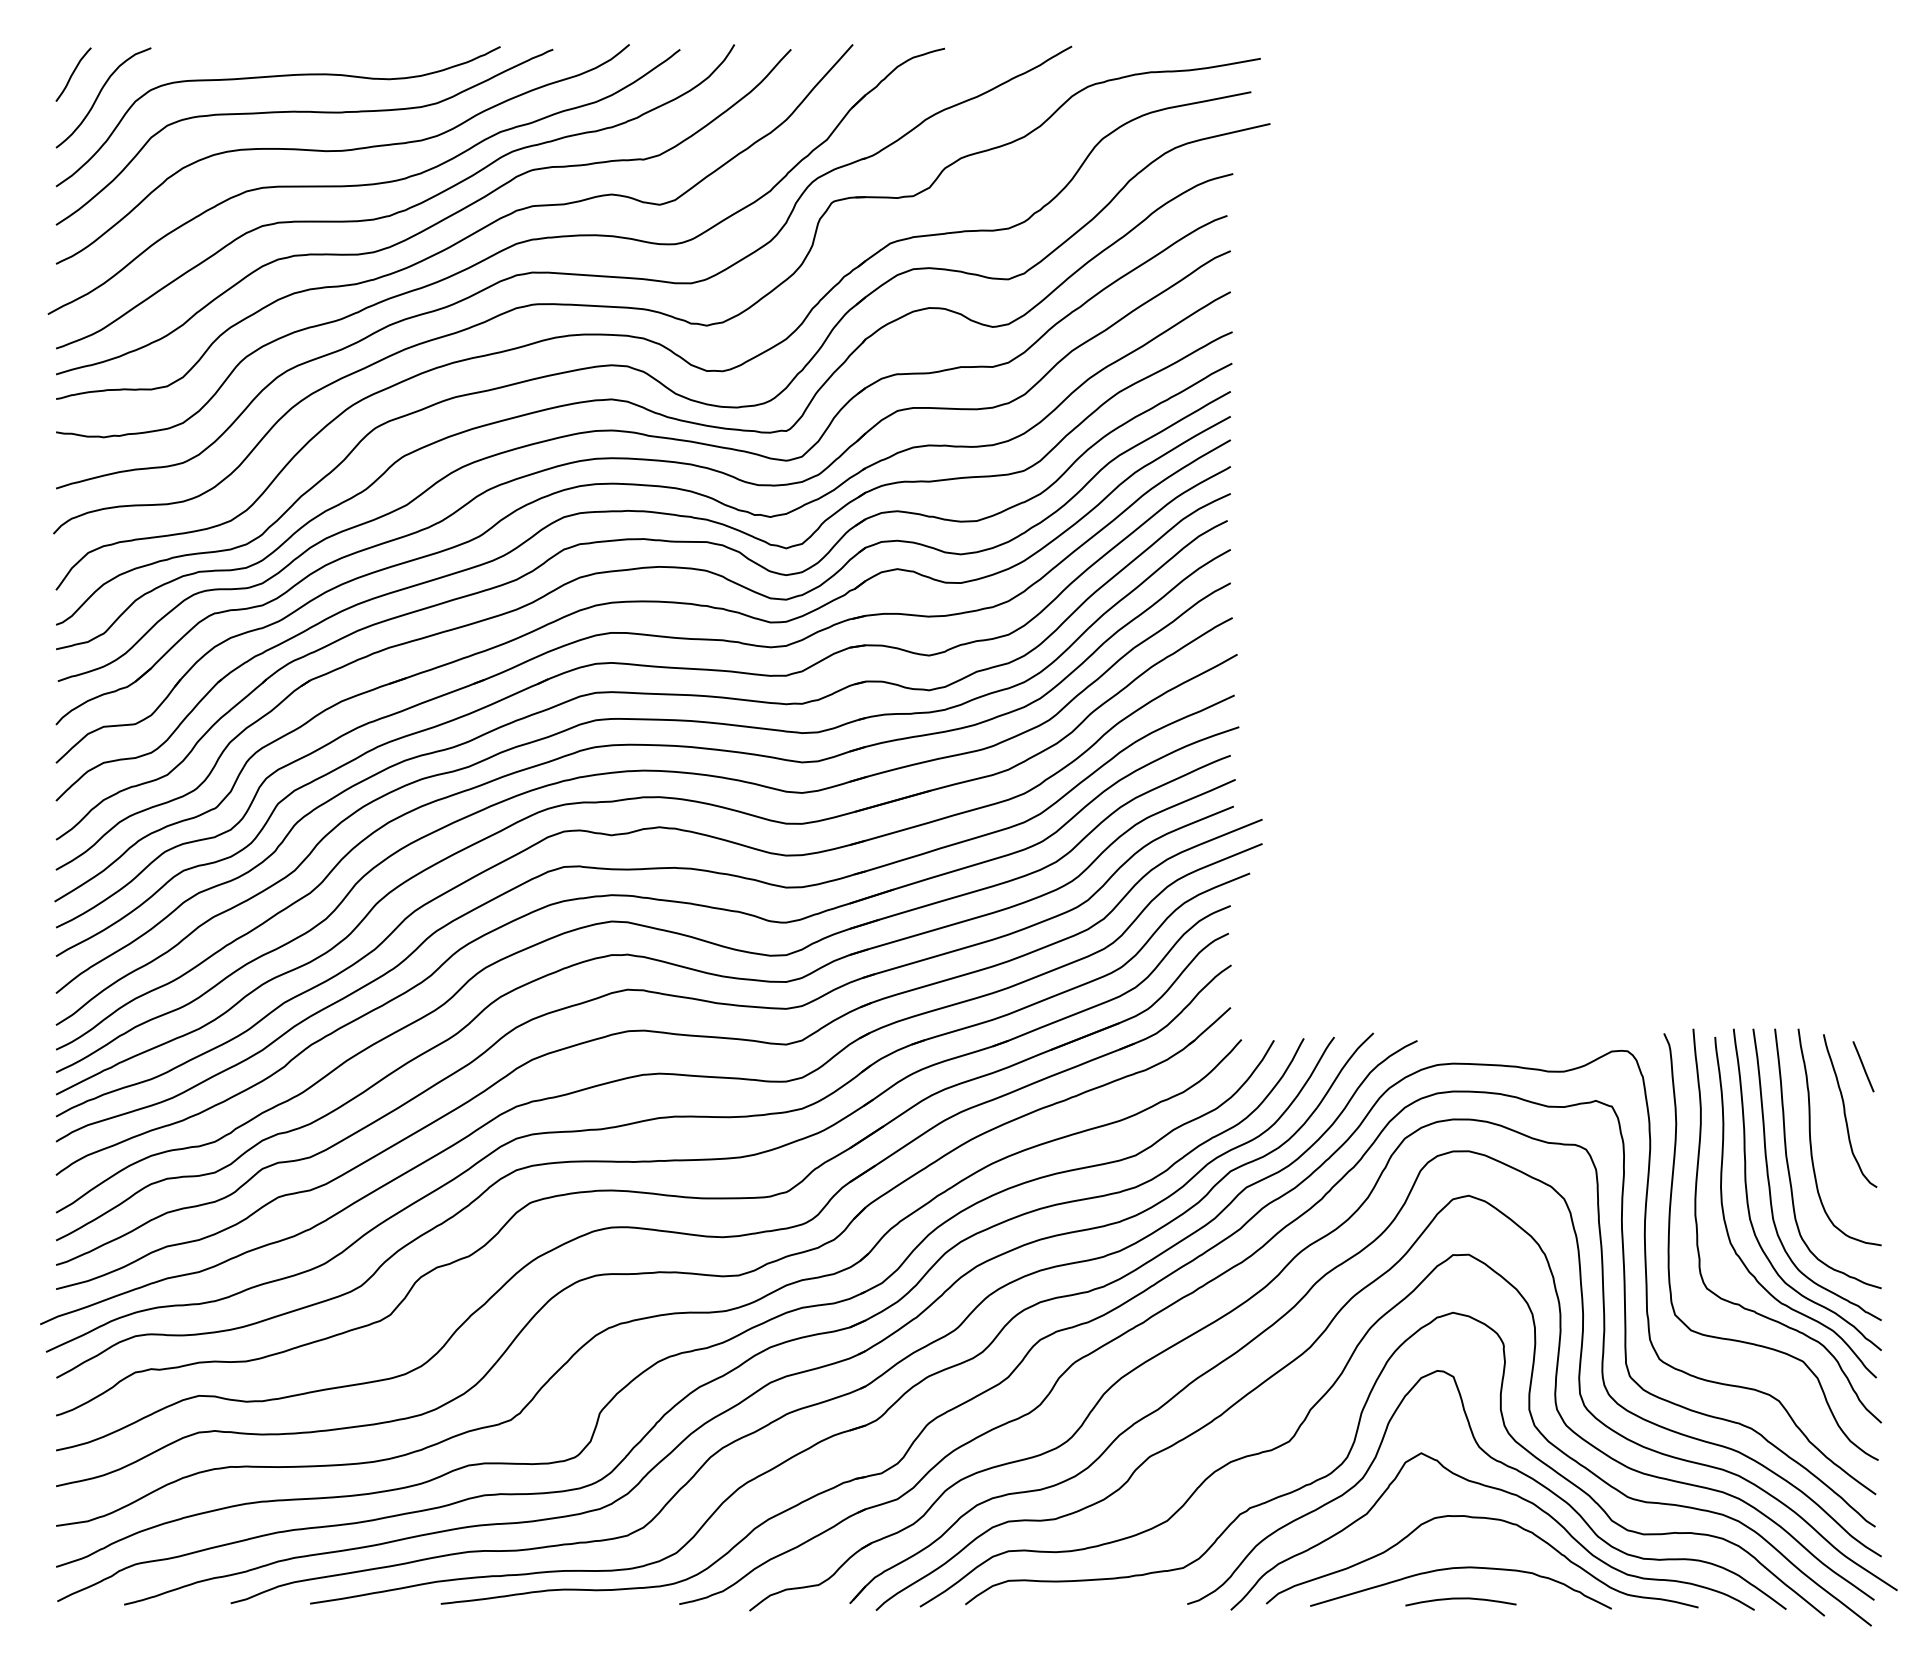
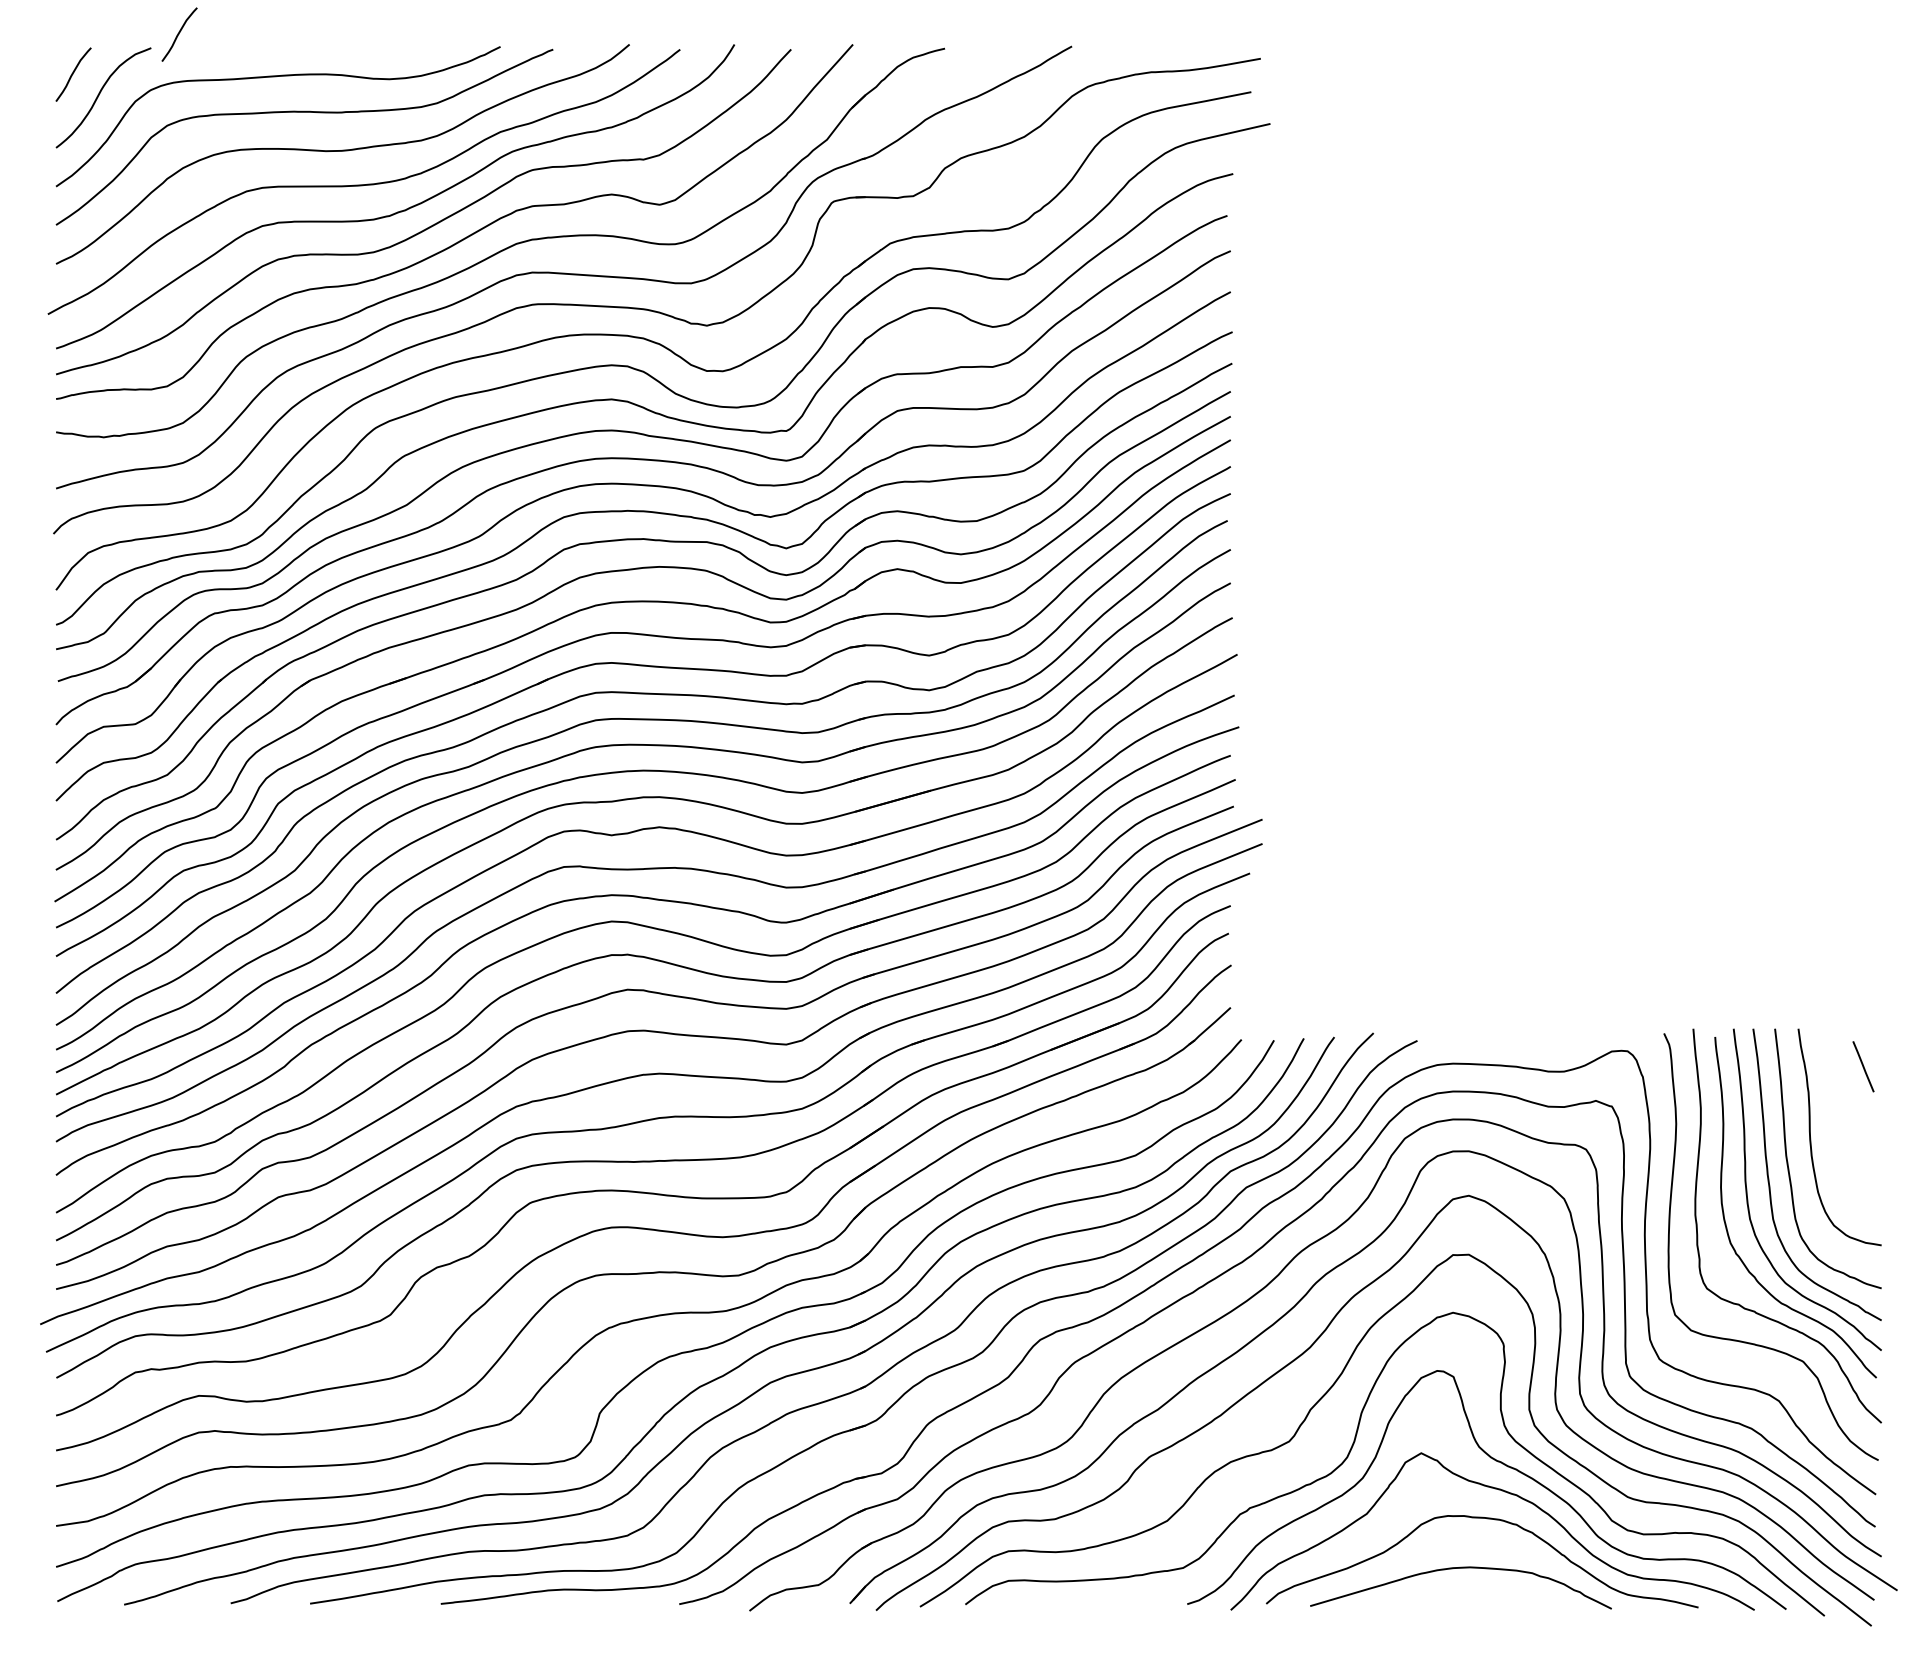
curve at (179, 34): none -> present
curve at (1845, 1110): present -> none
curve at (1460, 1599): present -> none
